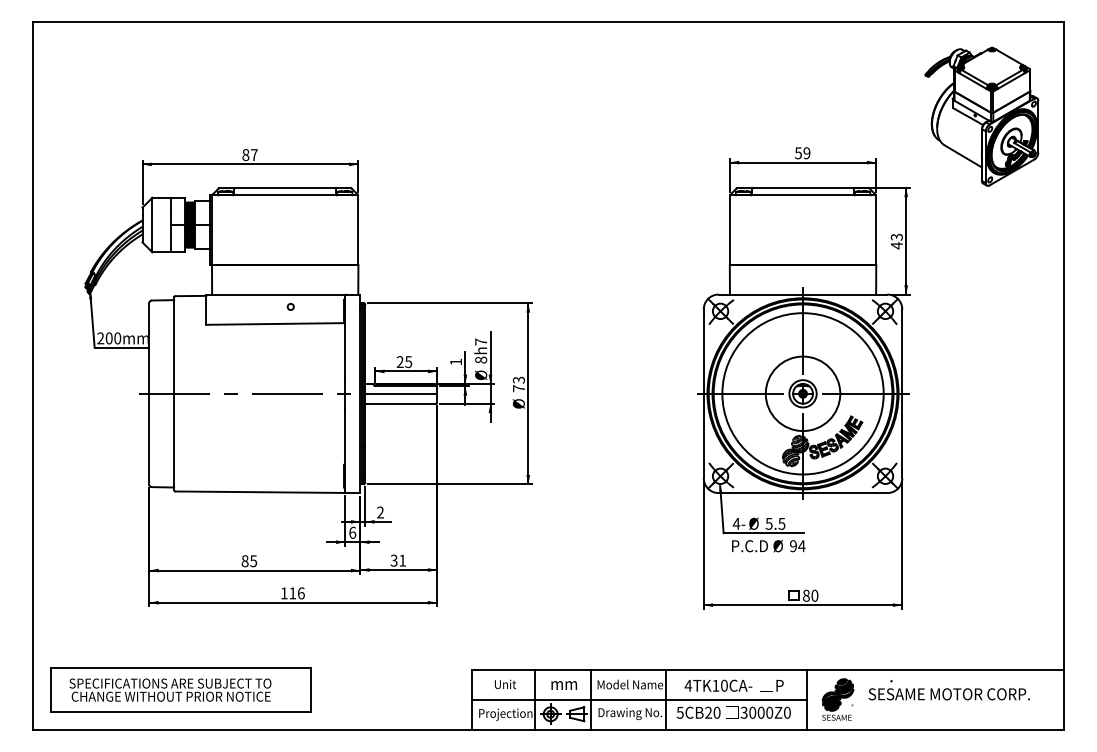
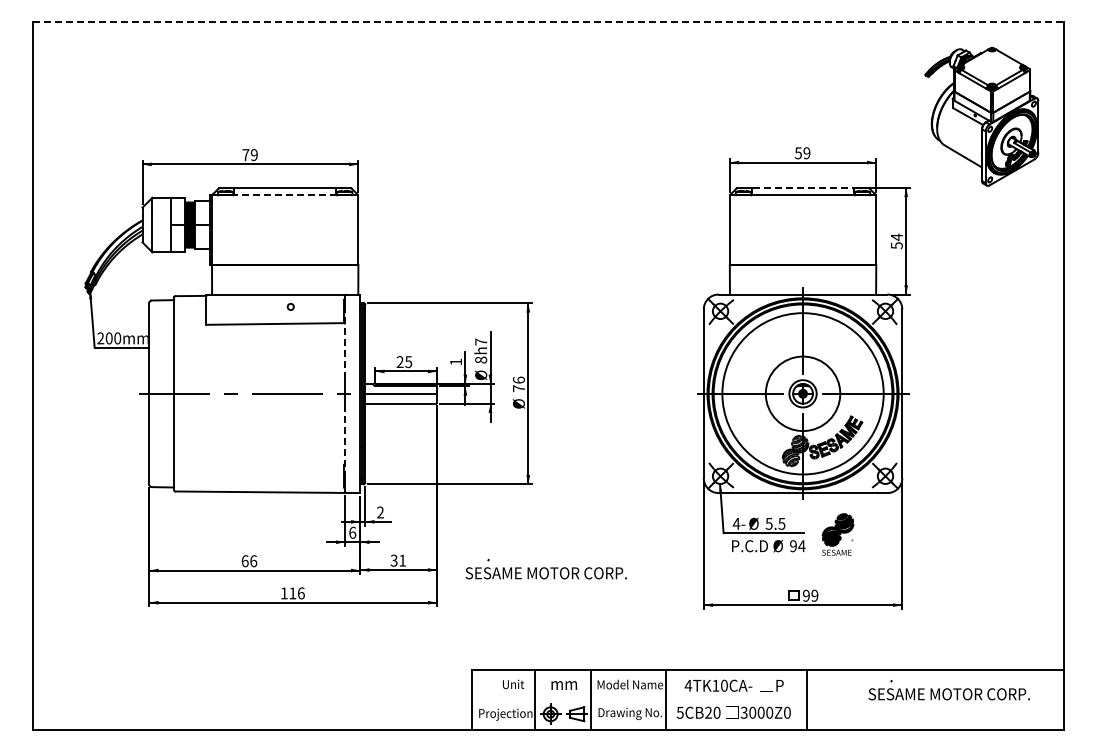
line at (548, 22): solid -> dashed
text at (249, 155): 87 -> 79
line at (803, 187): solid -> dashed
line at (284, 195): solid -> dashed
text at (896, 241): 43 -> 54
line at (345, 344): solid -> dashed
text at (518, 379): 73 -> 76
line at (345, 443): solid -> dashed
text at (249, 561): 85 -> 66
part at (545, 569): none -> present
text at (810, 595): 80 -> 99
text at (505, 684) position: (505, 684) -> (513, 684)
part at (180, 689): present -> none
line at (639, 699): present -> none
part at (837, 699) position: (837, 699) -> (837, 534)
